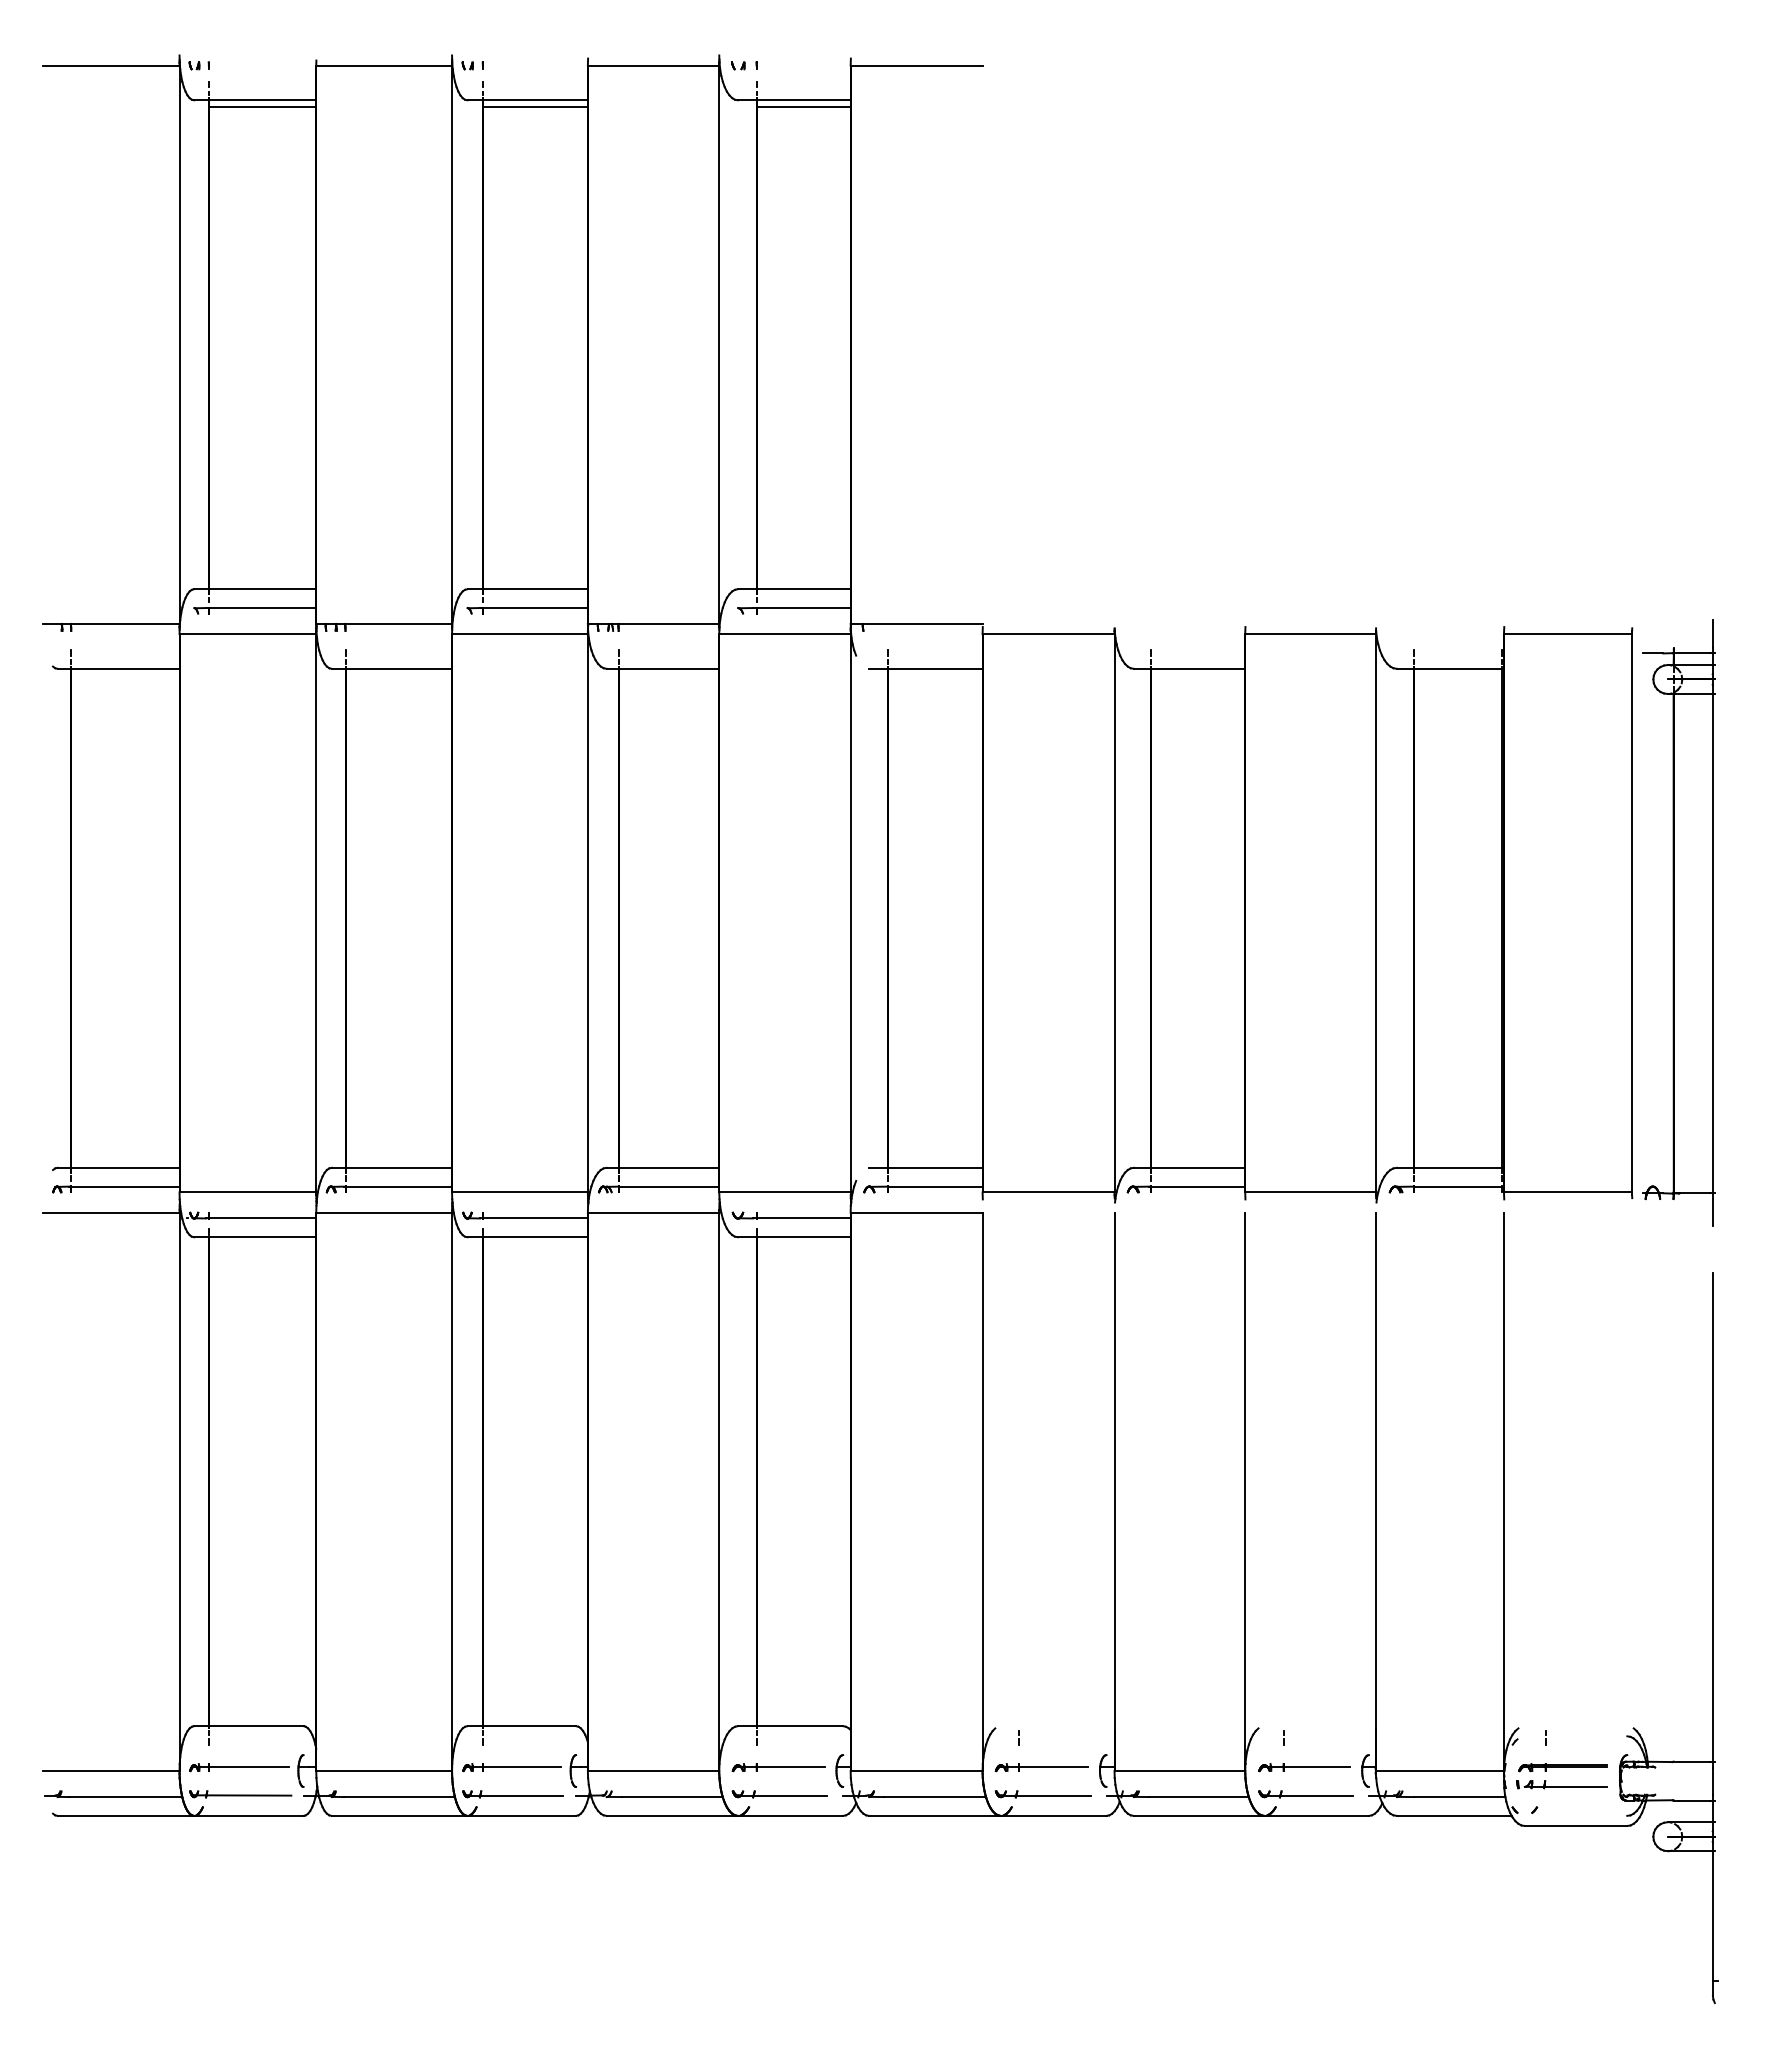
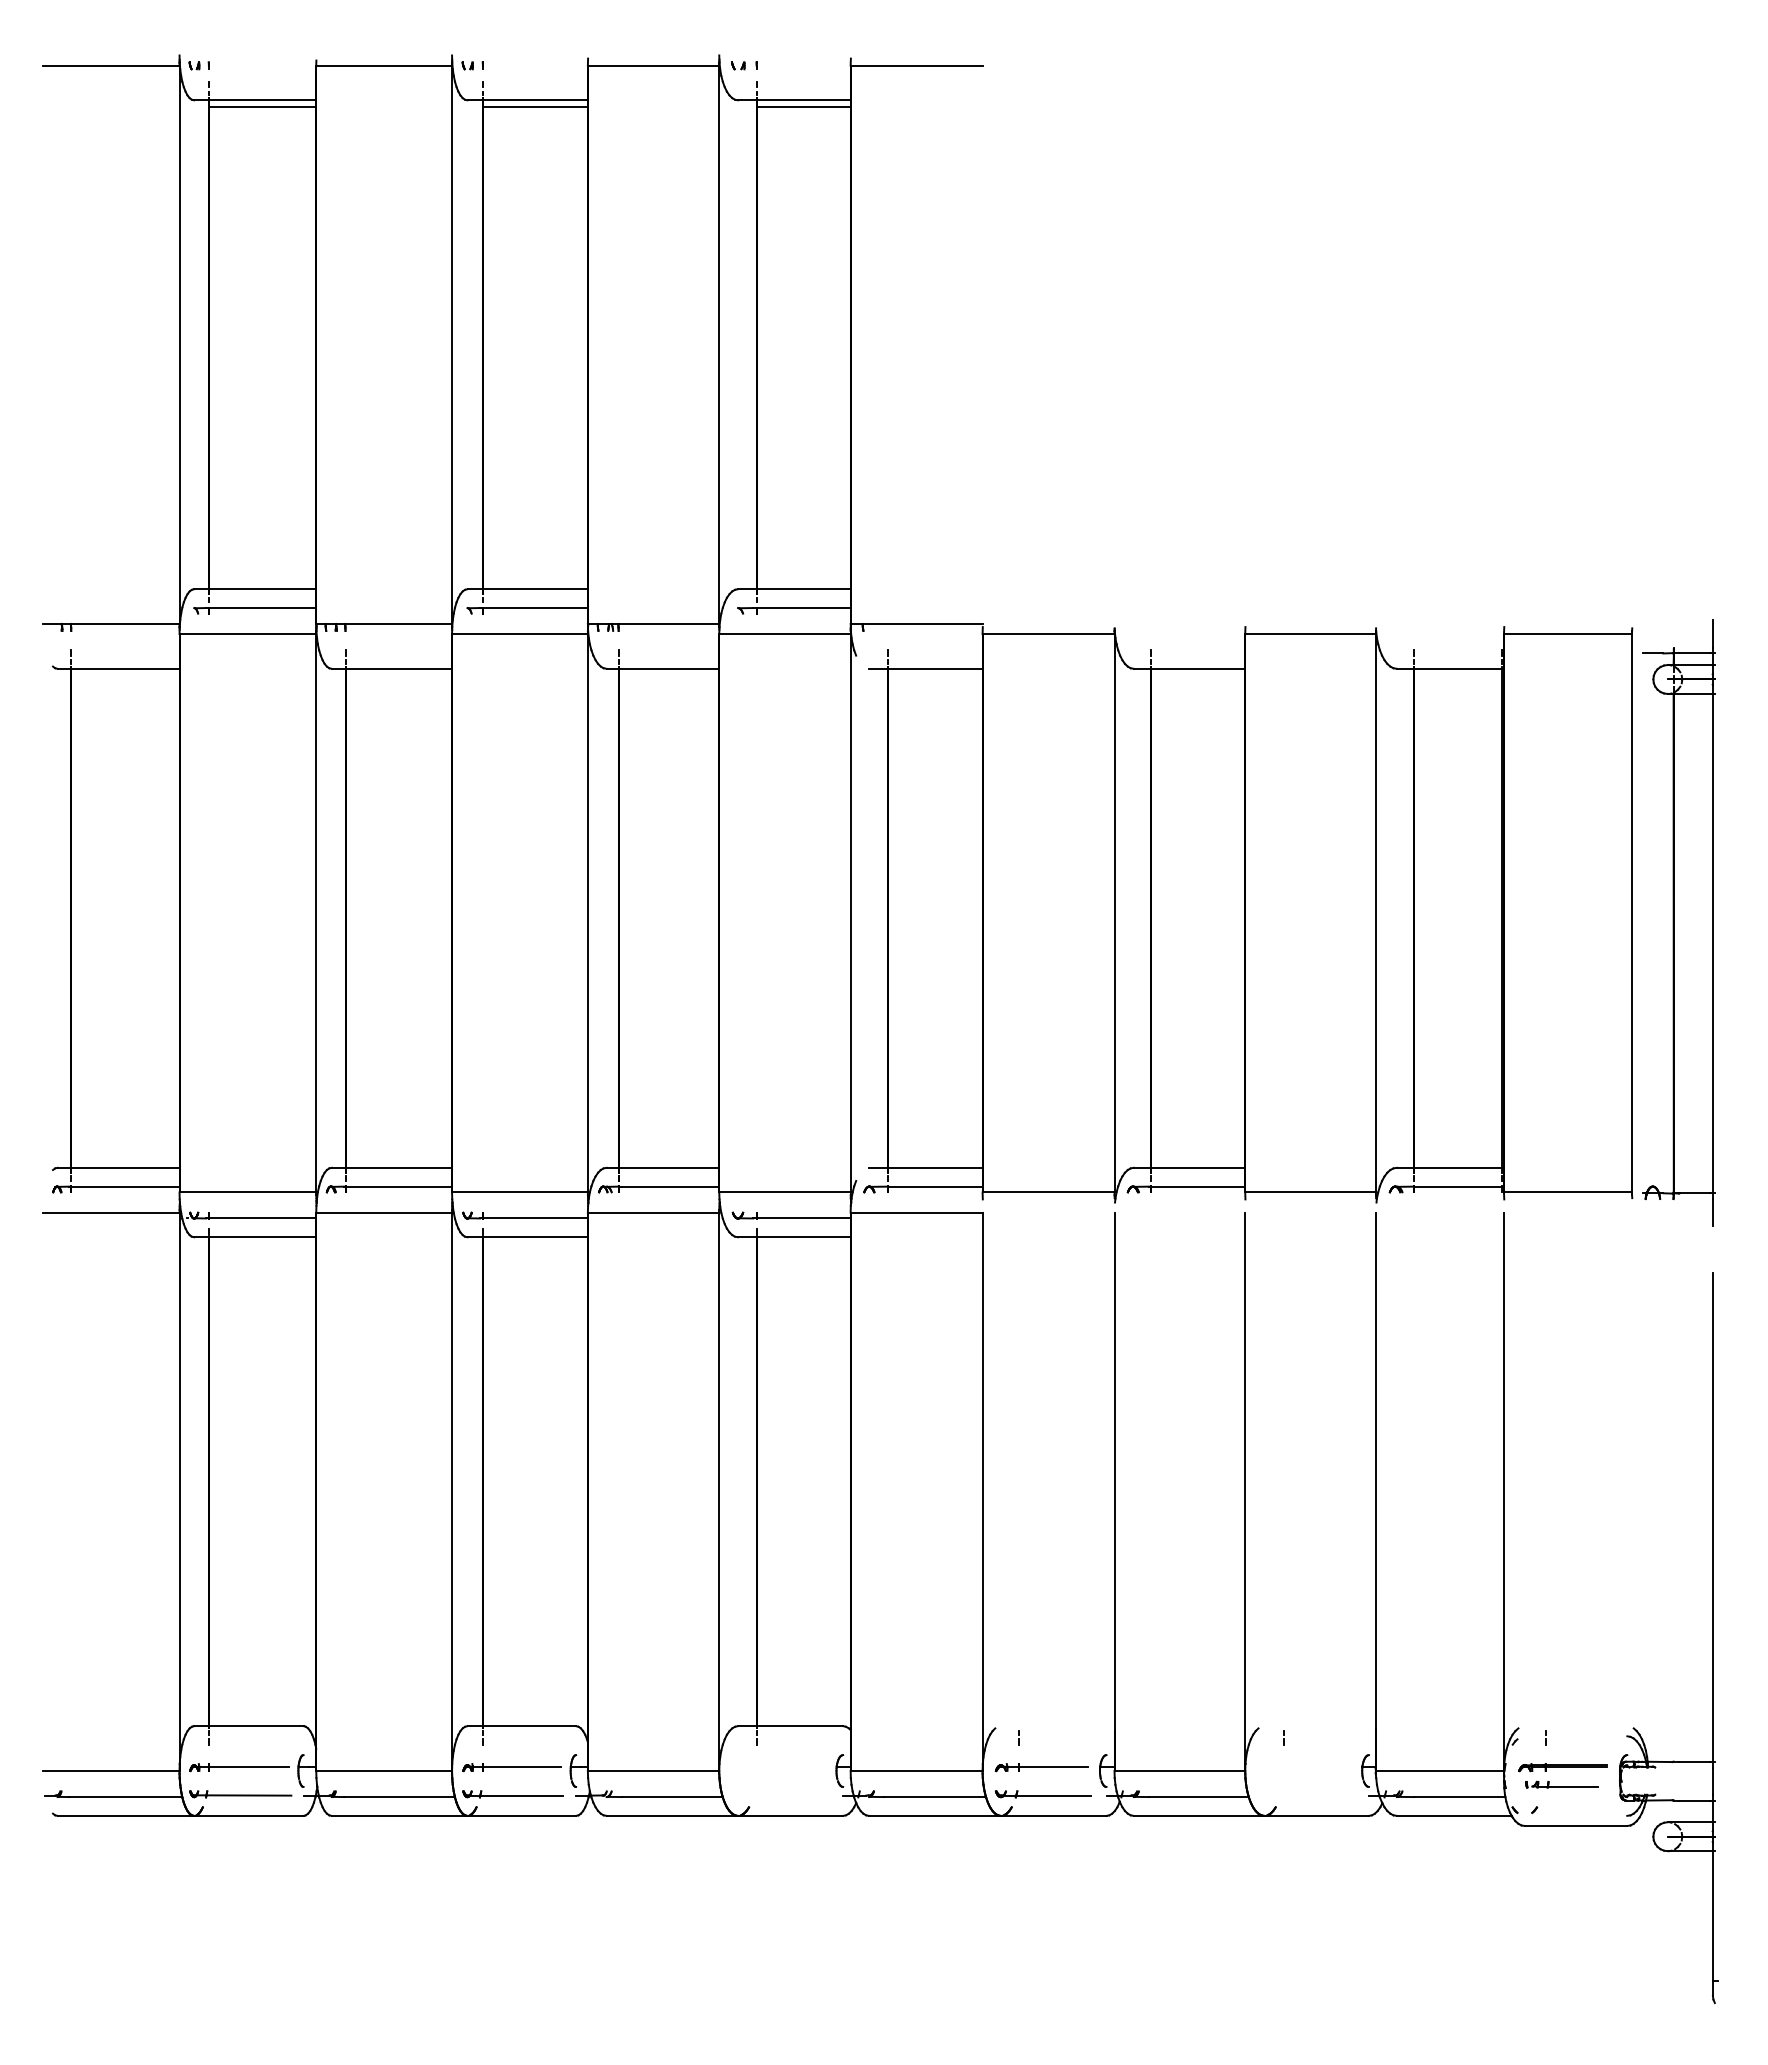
part at (778, 1767): present -> none
part at (1304, 1767): present -> none
part at (1561, 1784) size: 92x10 px -> 74x9 px
part at (779, 1794): present -> none
part at (1305, 1794): present -> none
